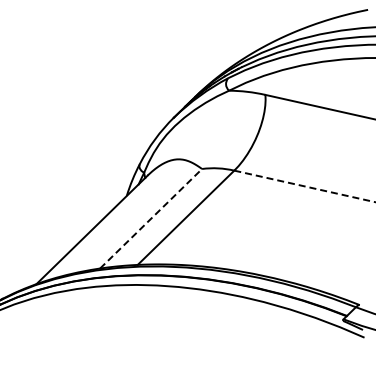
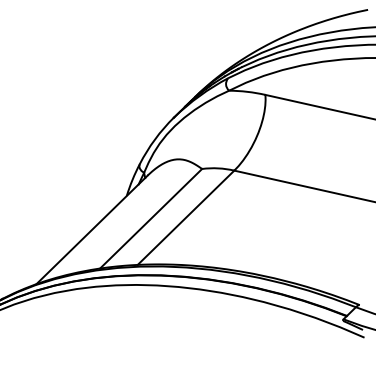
line at (305, 186): dashed -> solid
line at (151, 218): dashed -> solid
